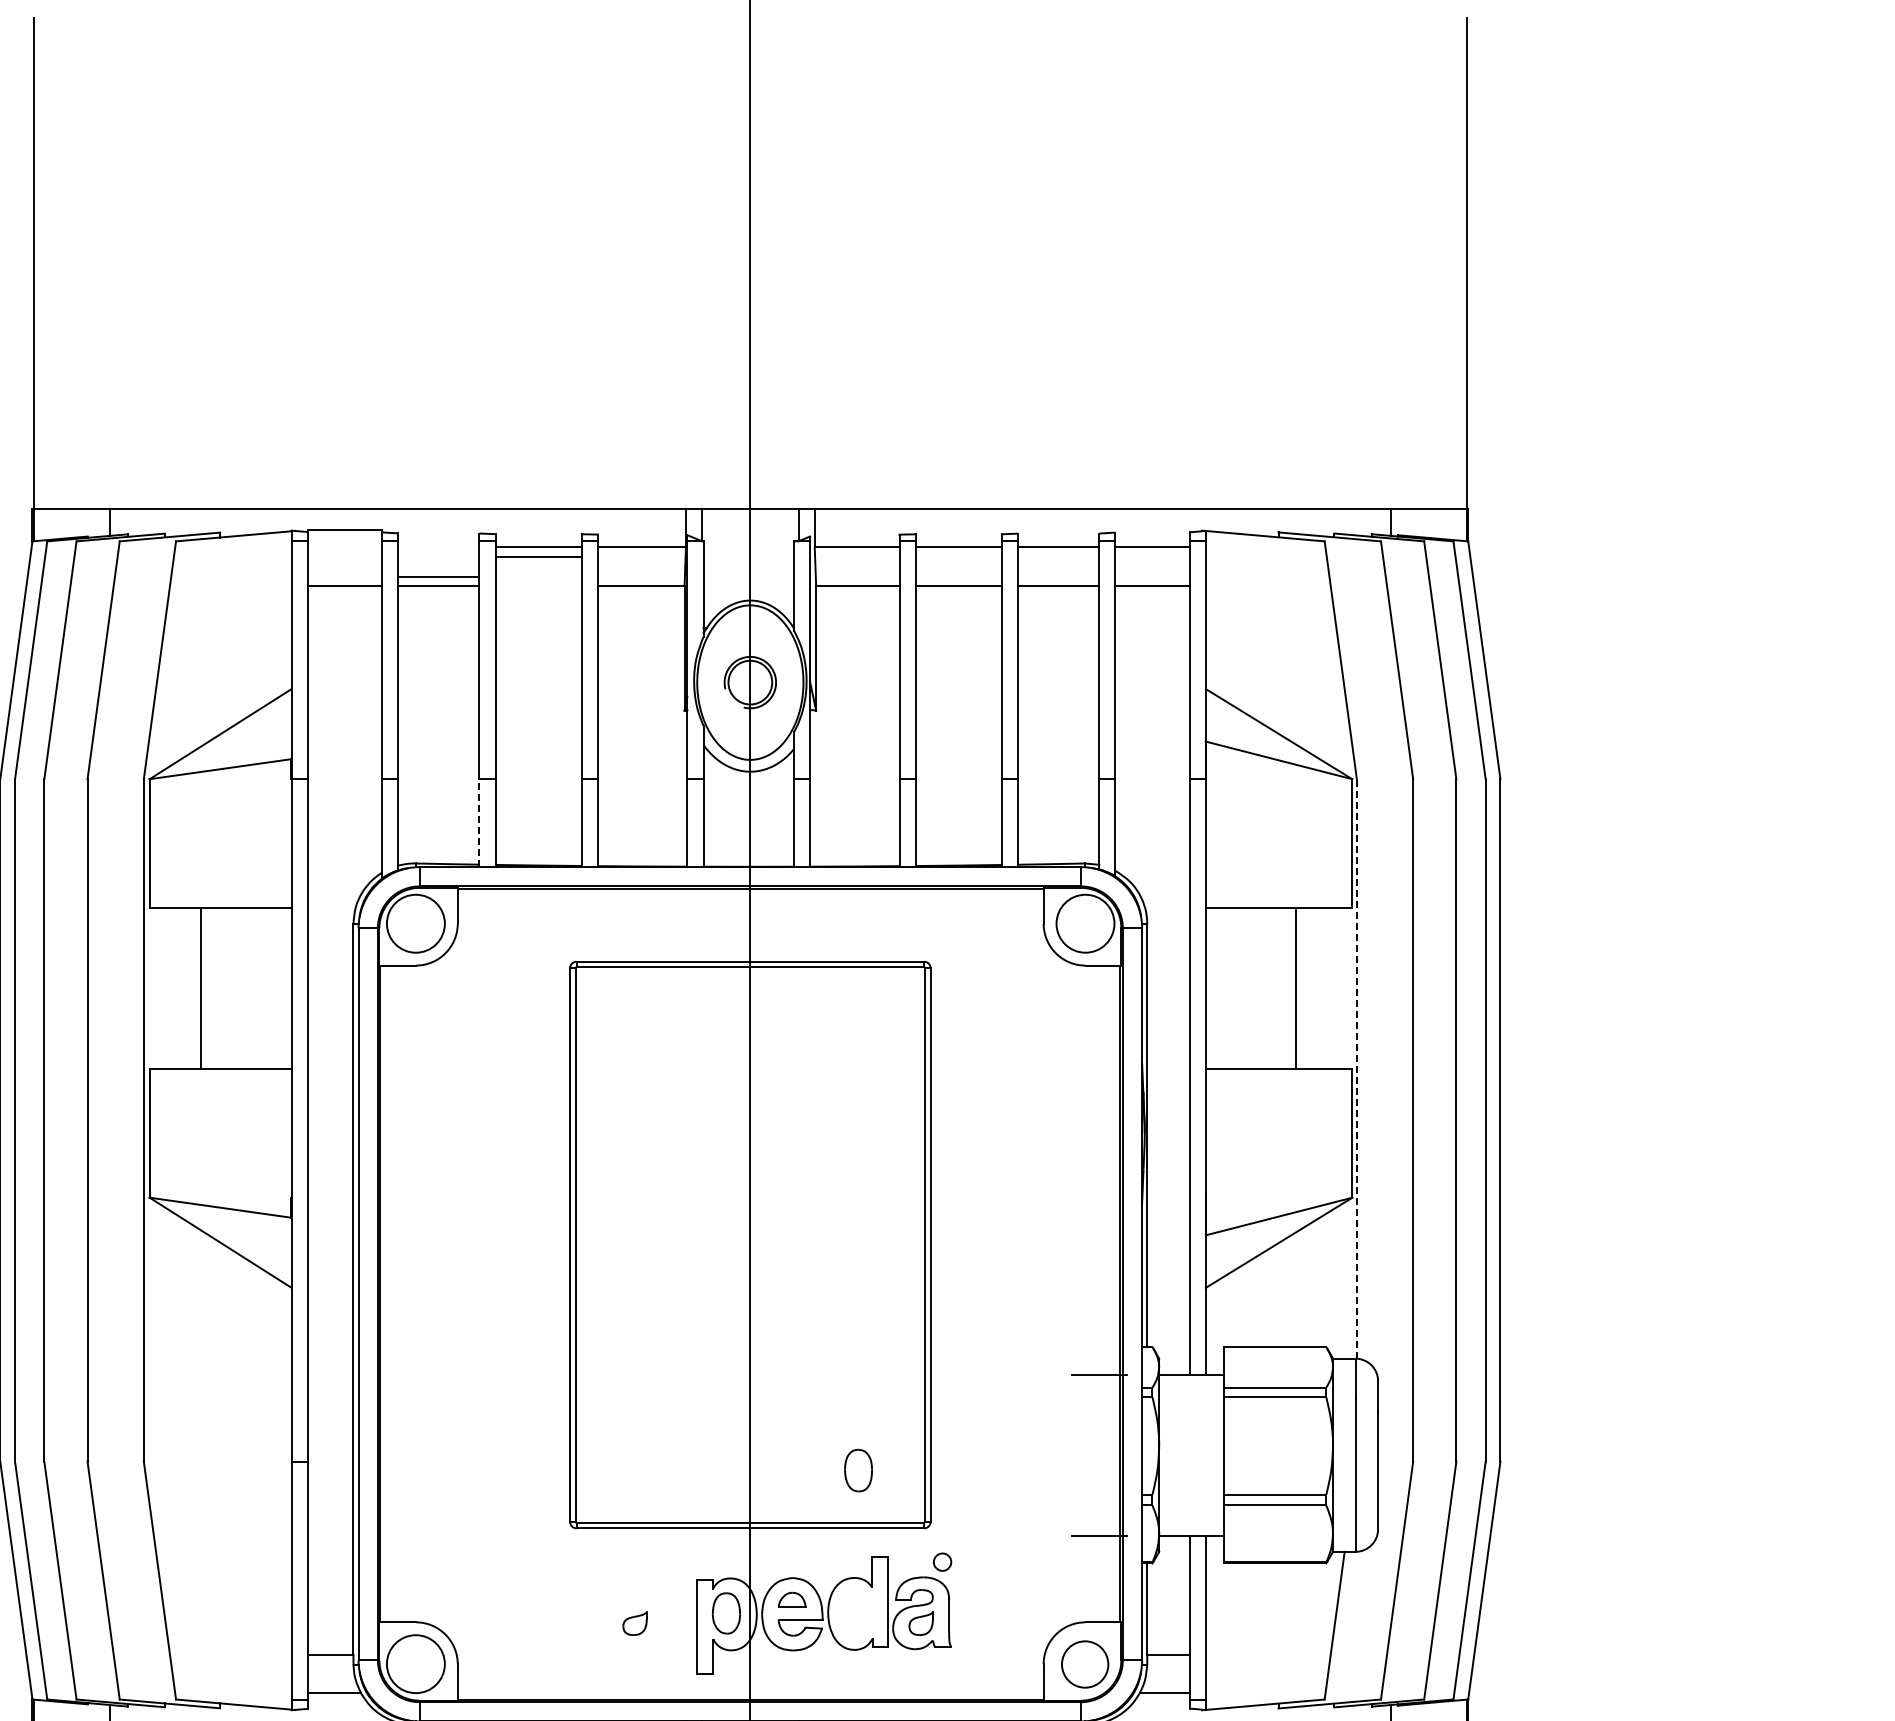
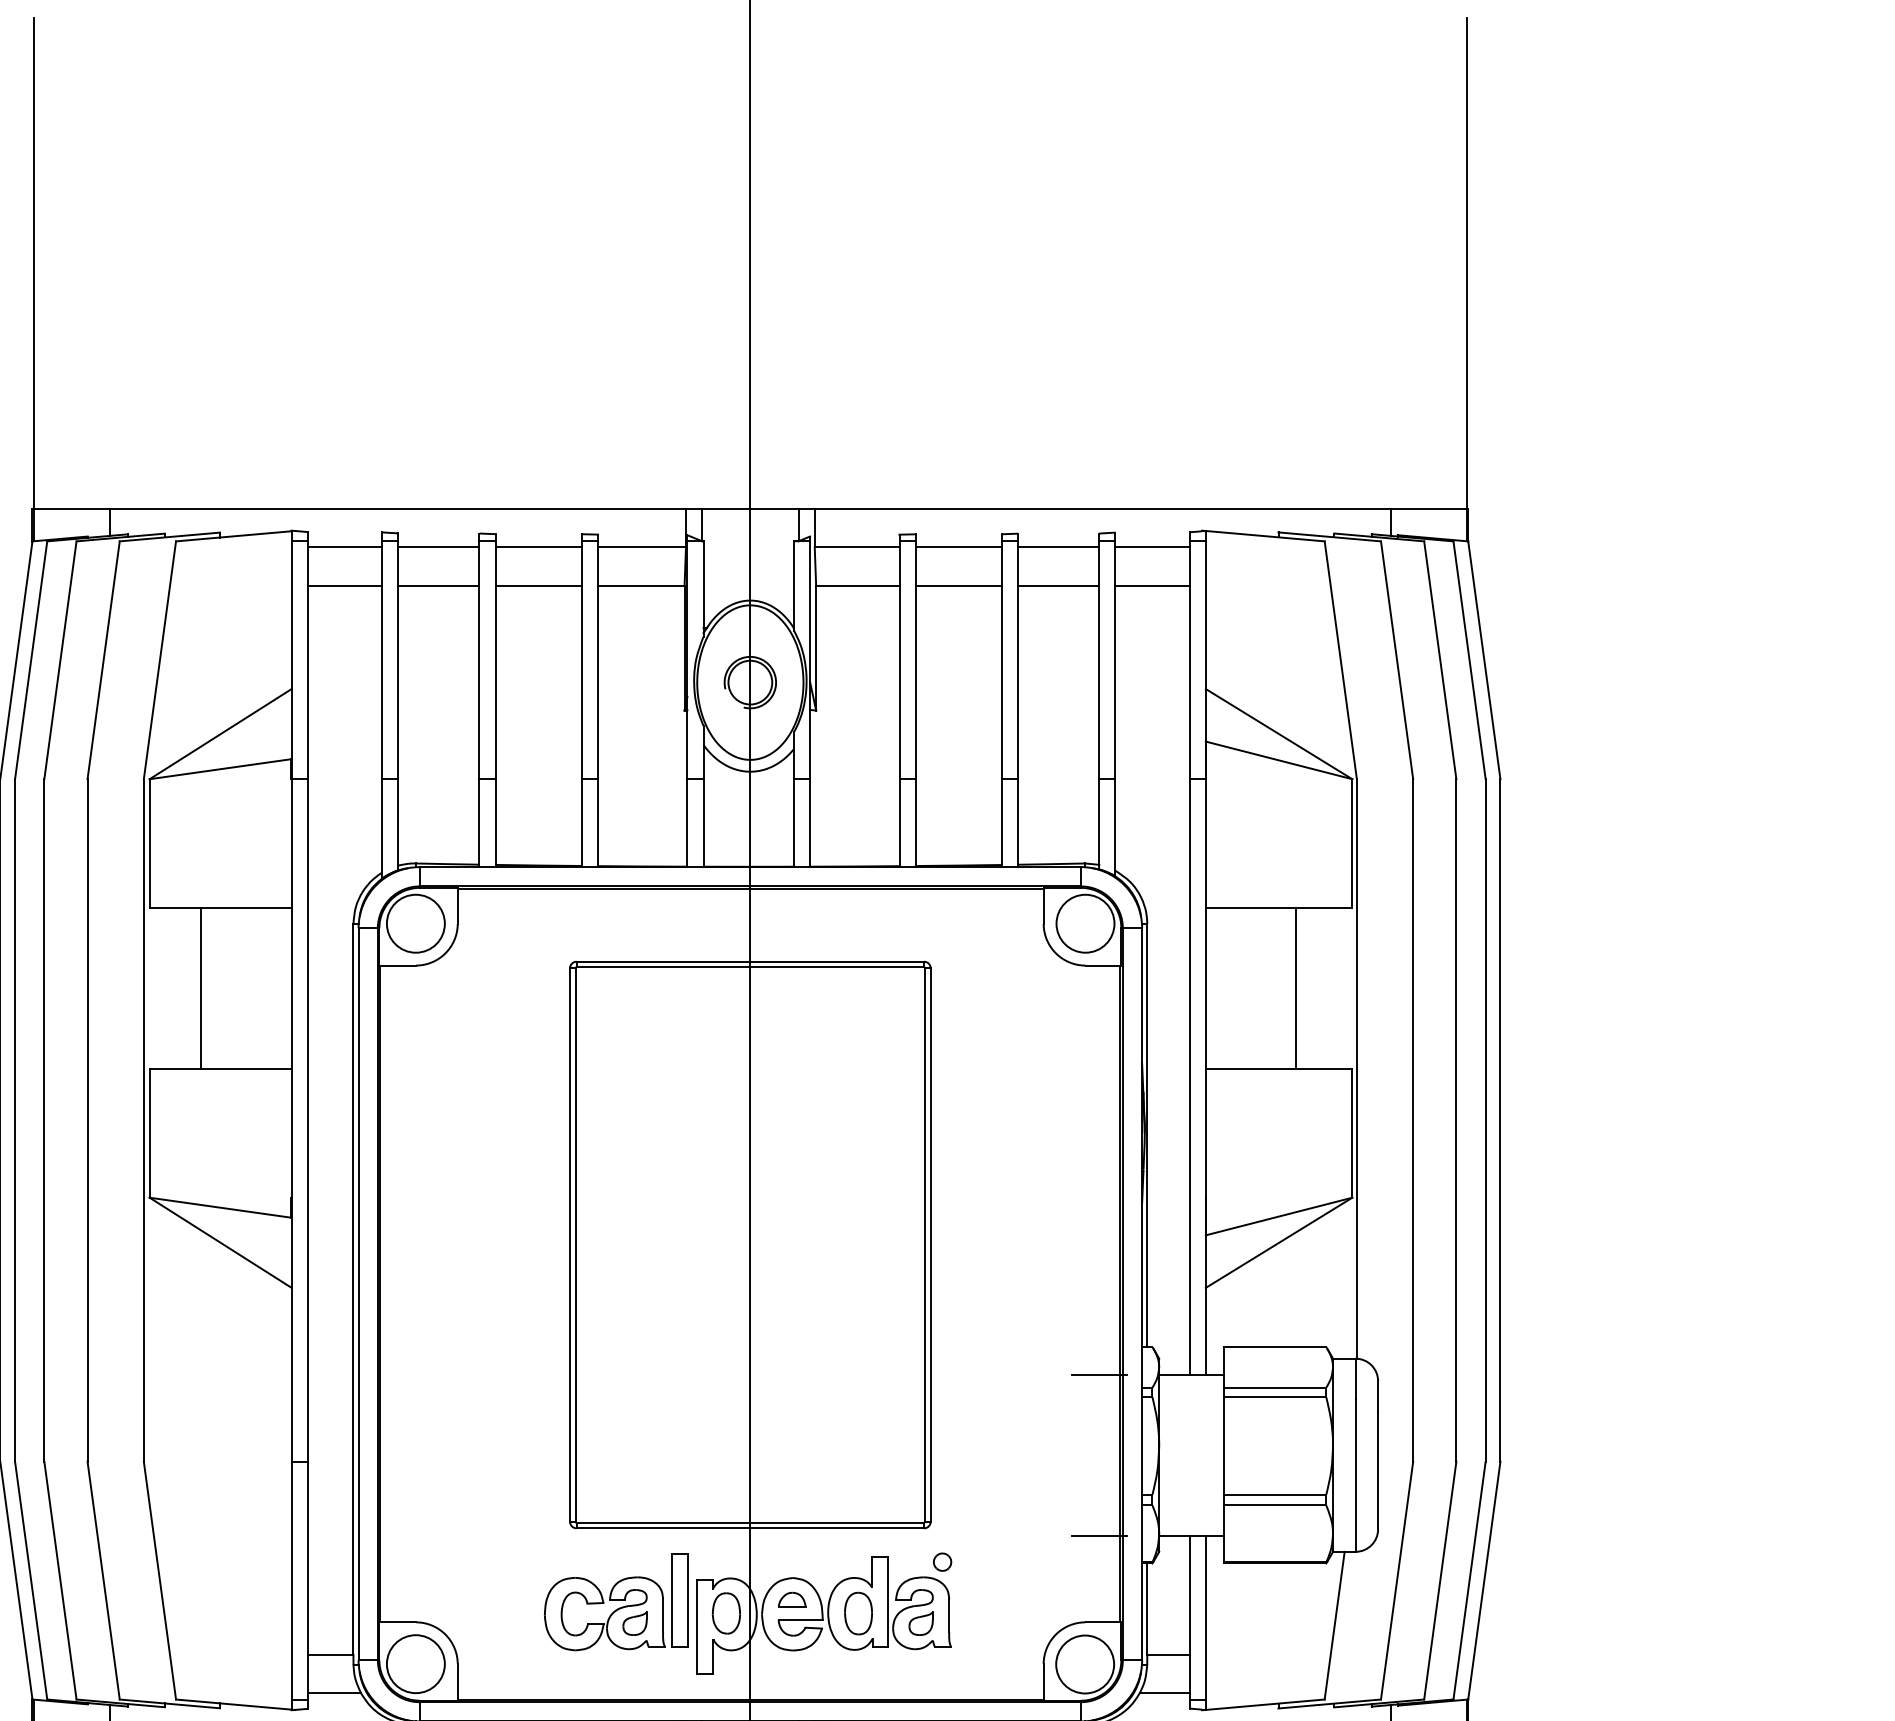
line at (344, 530) position: (344, 530) -> (344, 547)
line at (538, 557) position: (538, 557) -> (538, 586)
line at (438, 577) position: (438, 577) -> (438, 547)
line at (479, 823): dashed -> solid
line at (1356, 1068): dashed -> solid
part at (858, 1470) position: (858, 1470) -> (858, 1613)
part at (616, 1602): none -> present
circle at (1085, 1664) diameter: 46 px -> 58 px
